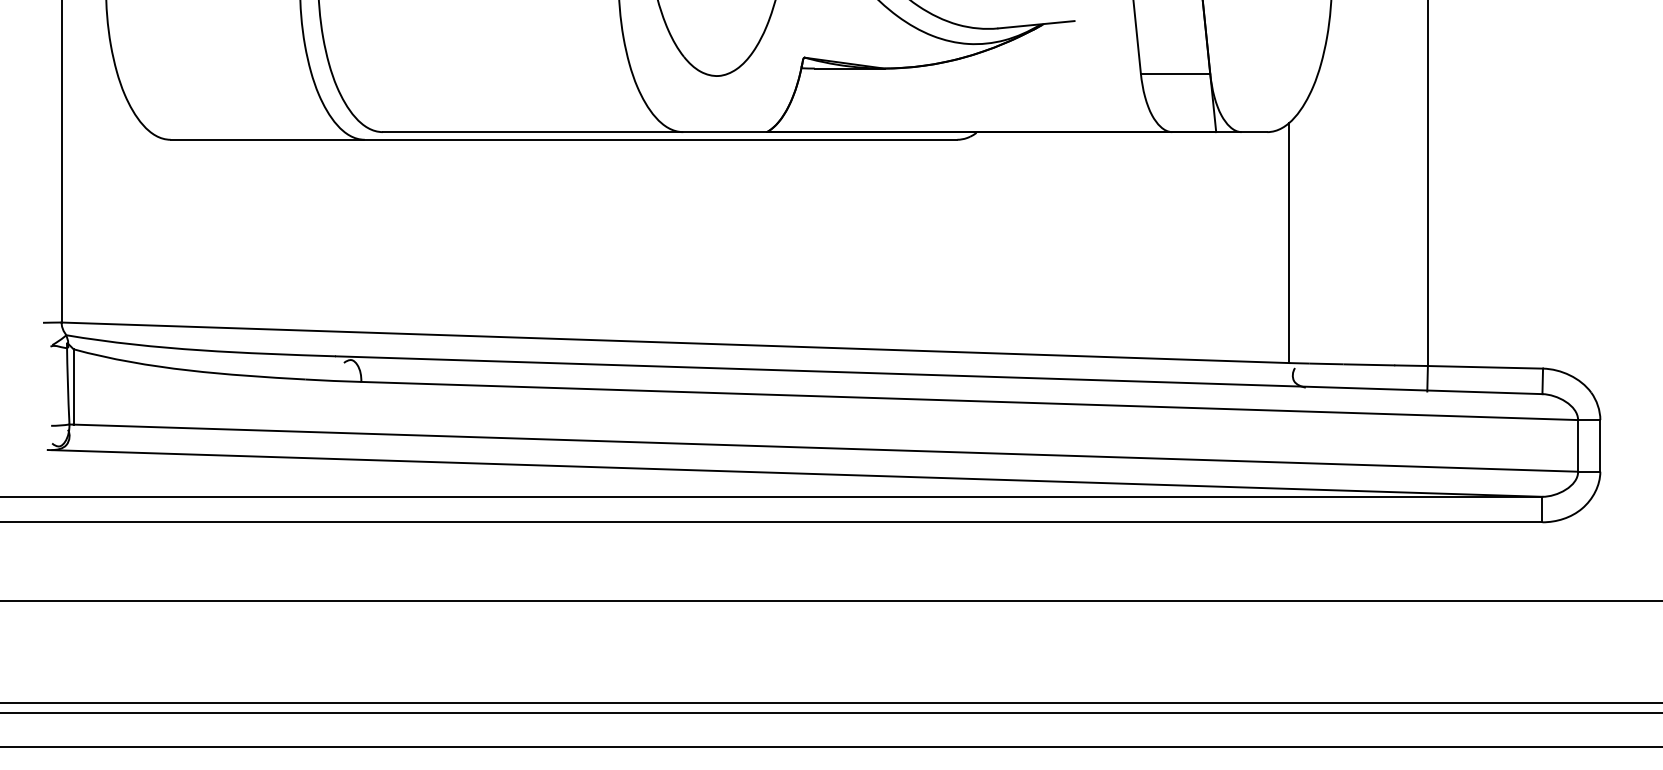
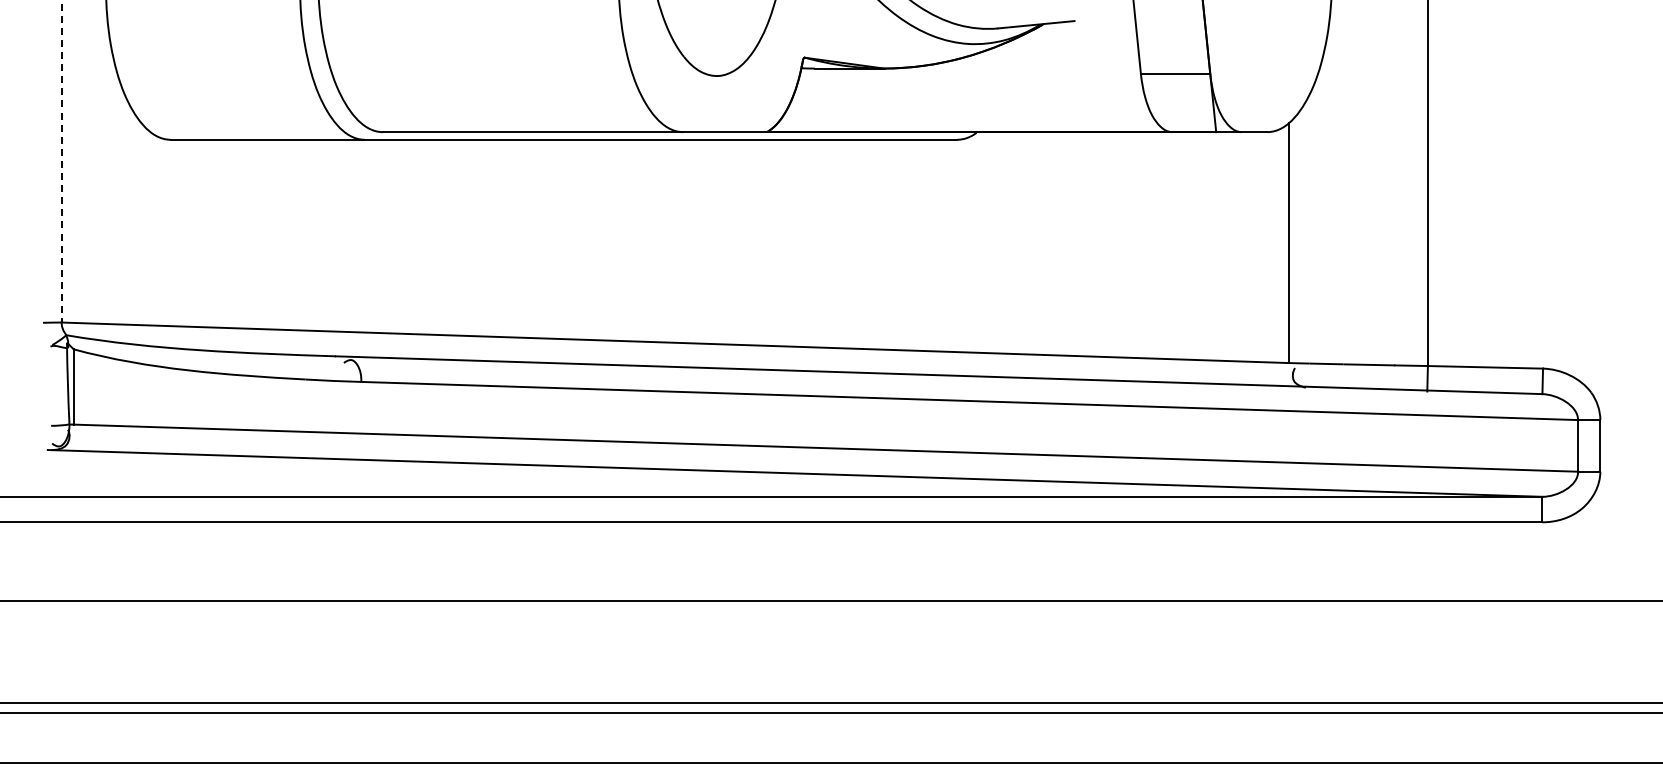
line at (61, 161): solid -> dashed
line at (830, 746) position: (830, 746) -> (830, 762)
